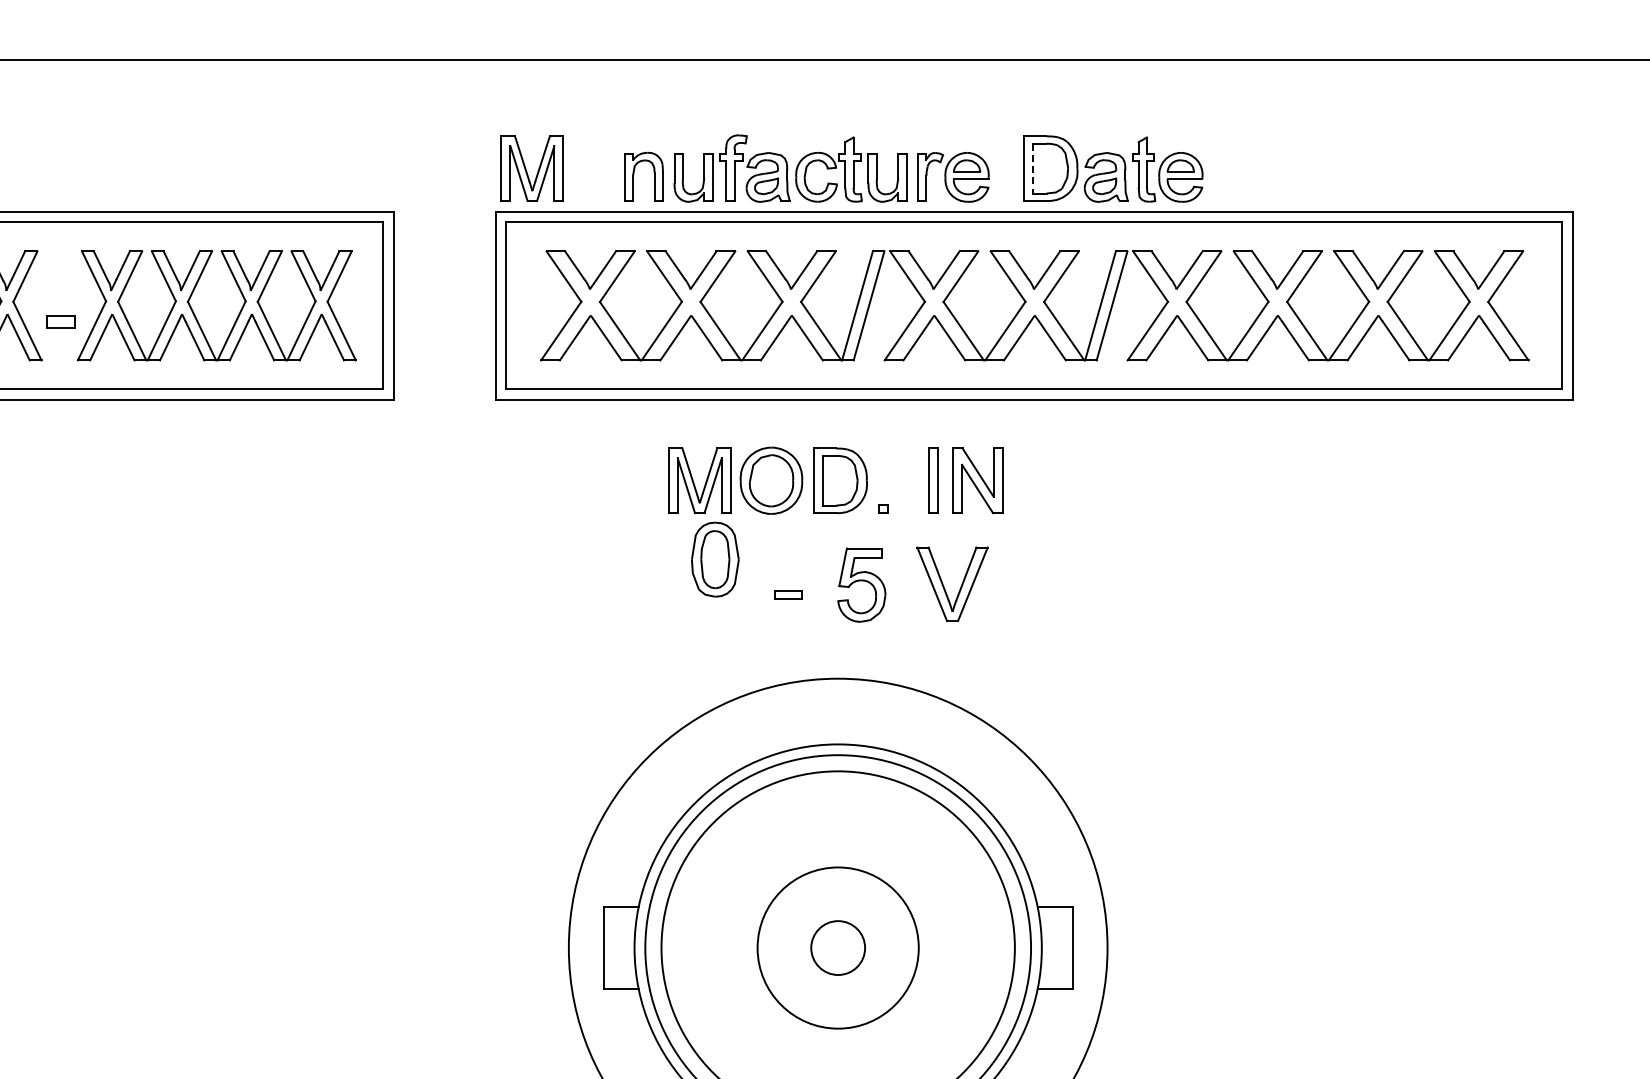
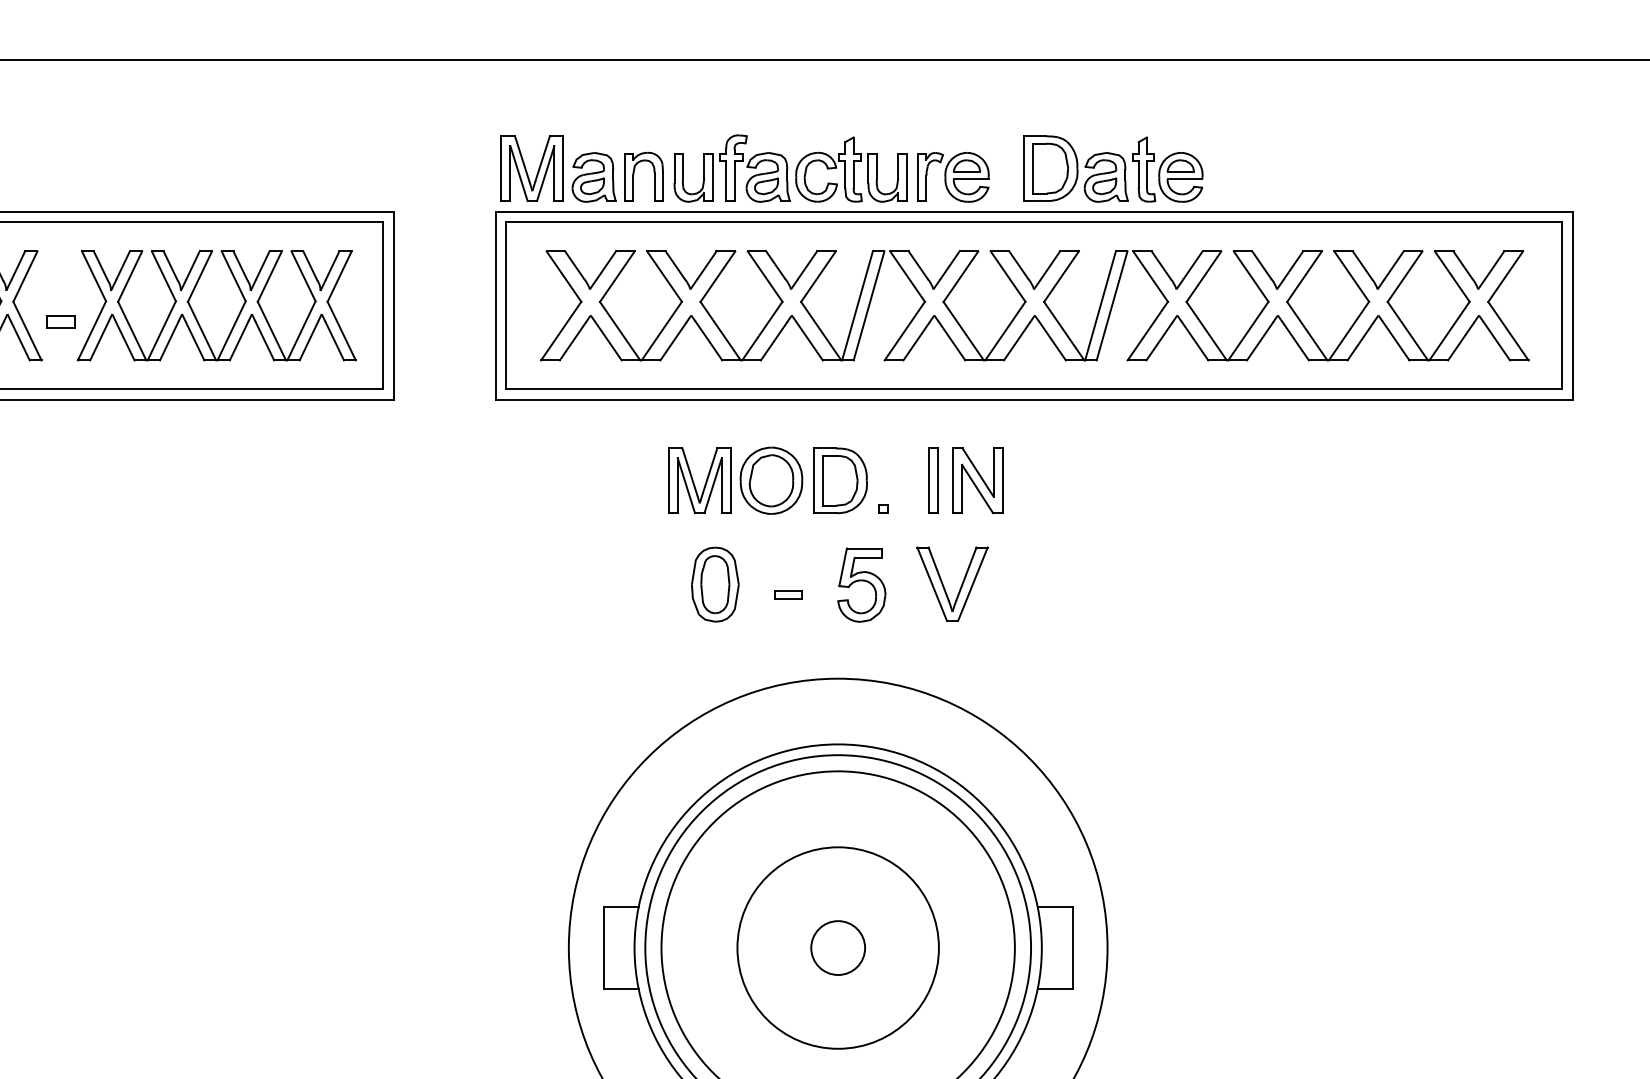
line at (1033, 168): dashed -> solid
part at (593, 177): none -> present
part at (715, 559) position: (715, 559) -> (715, 584)
circle at (837, 947) diameter: 161 px -> 201 px
